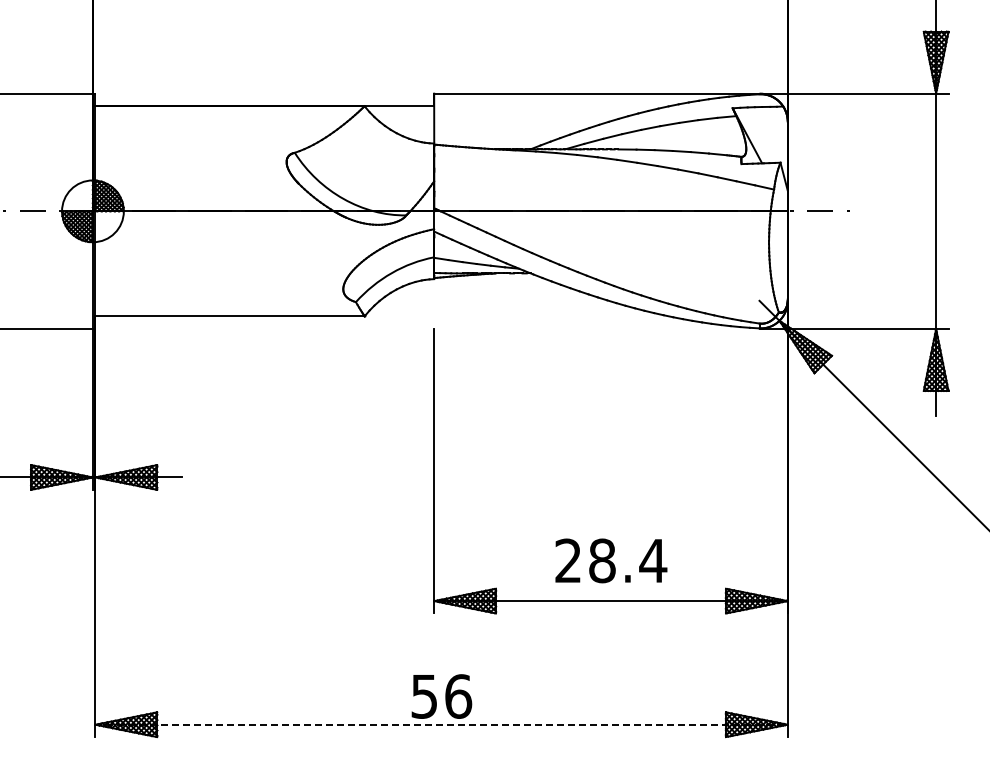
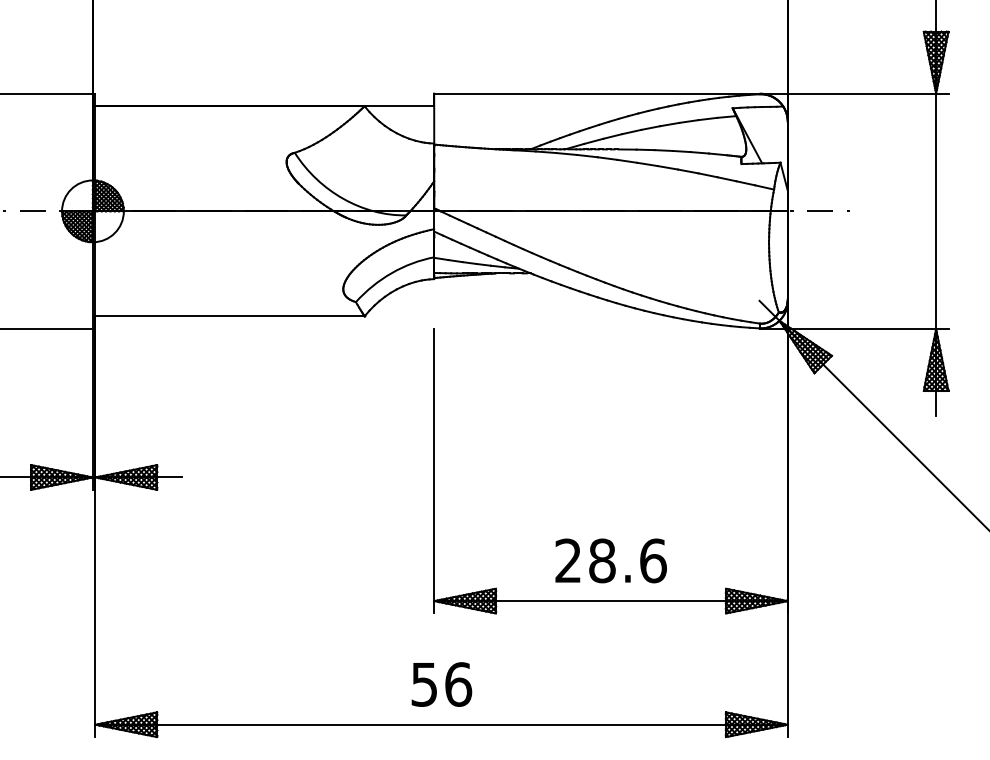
text at (653, 560): 28.4 -> 28.6
text at (441, 696) position: (441, 696) -> (441, 684)
line at (442, 724): dashed -> solid
